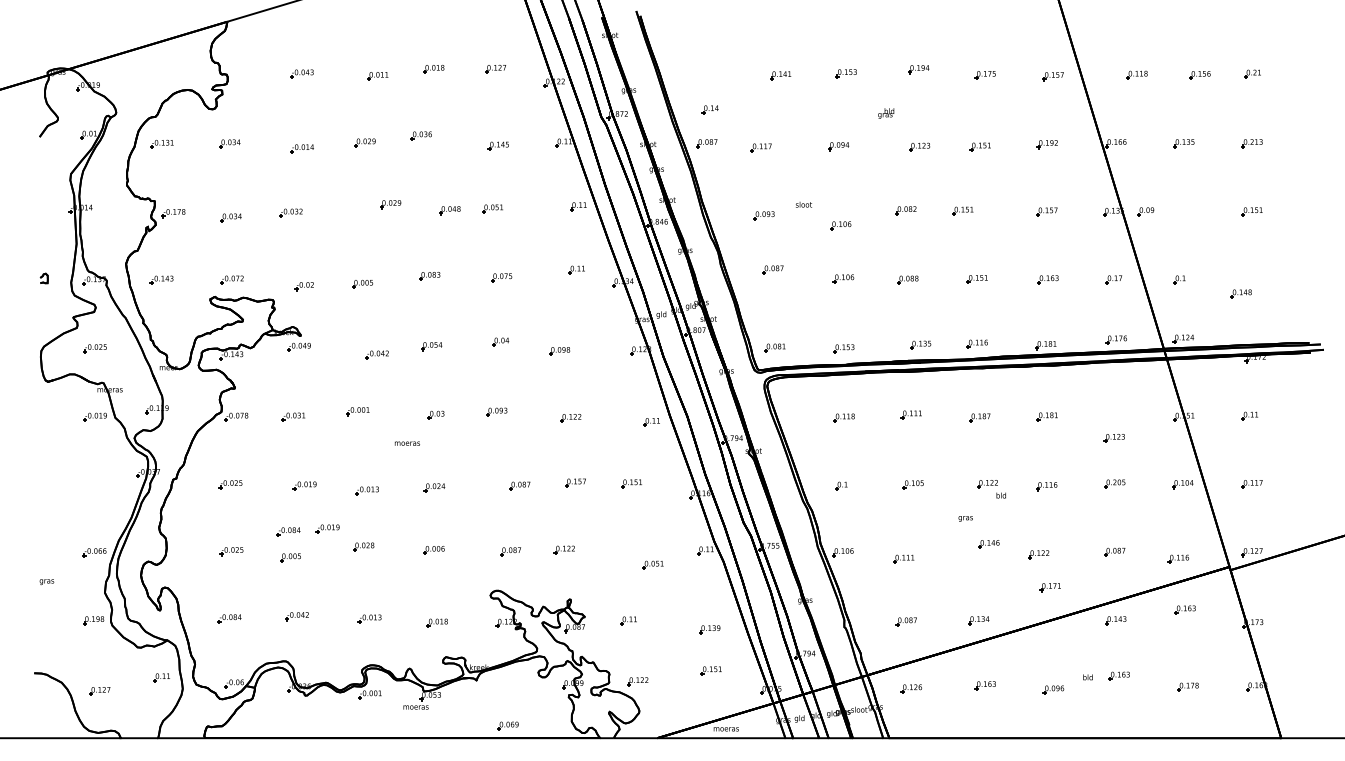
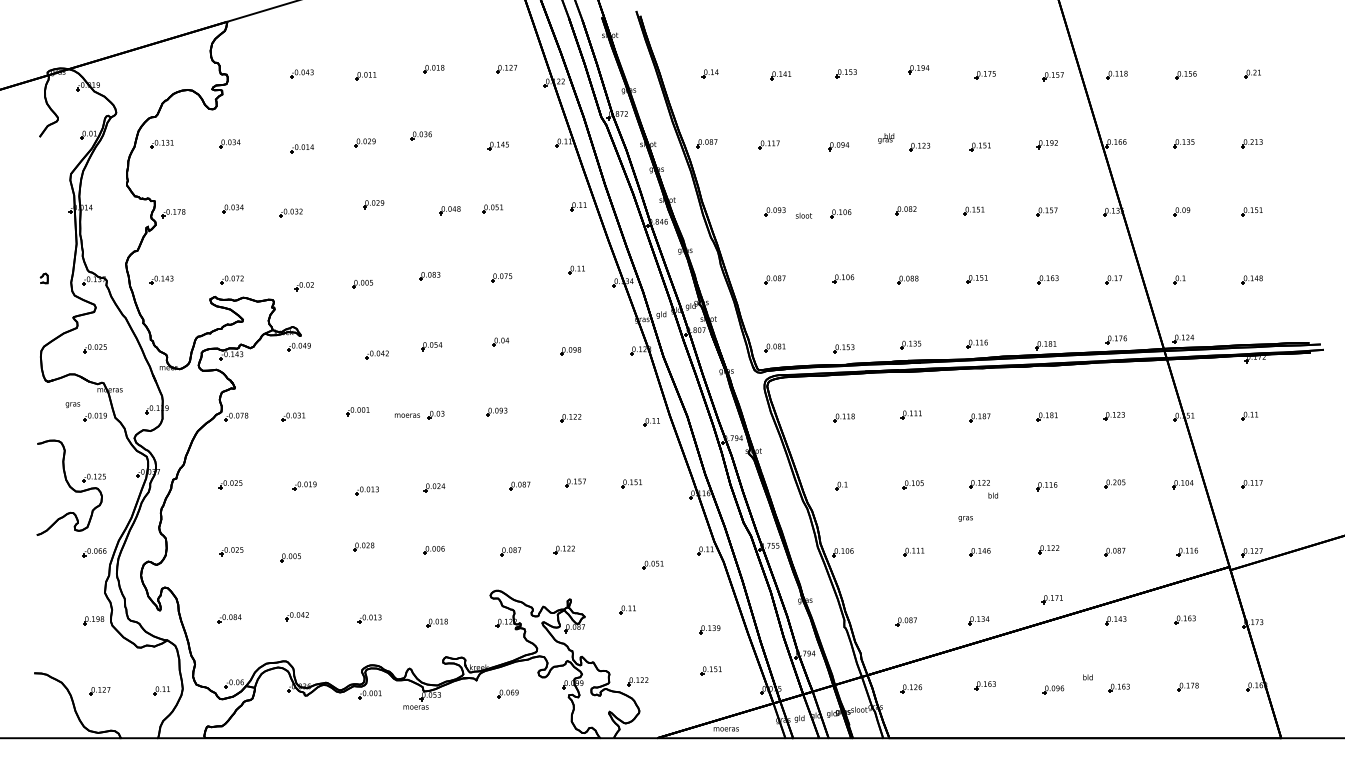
part at (495, 69) position: (495, 69) -> (506, 69)
part at (1136, 74) position: (1136, 74) -> (1116, 74)
part at (1199, 75) position: (1199, 75) -> (1185, 75)
part at (377, 76) position: (377, 76) -> (365, 76)
part at (709, 109) position: (709, 109) -> (709, 73)
text at (886, 113) position: (886, 113) -> (886, 138)
part at (760, 147) position: (760, 147) -> (768, 144)
part at (390, 204) position: (390, 204) -> (373, 204)
text at (803, 204) position: (803, 204) -> (803, 215)
part at (962, 210) position: (962, 210) -> (973, 210)
part at (1145, 211) position: (1145, 211) -> (1181, 211)
part at (763, 215) position: (763, 215) -> (774, 211)
part at (230, 217) position: (230, 217) -> (232, 208)
part at (840, 225) position: (840, 225) -> (840, 213)
part at (772, 269) position: (772, 269) -> (774, 279)
part at (1240, 293) position: (1240, 293) -> (1251, 279)
part at (920, 344) position: (920, 344) -> (910, 344)
part at (559, 351) position: (559, 351) -> (570, 351)
part at (1113, 438) position: (1113, 438) -> (1113, 416)
text at (406, 443) position: (406, 443) -> (406, 415)
part at (70, 487): none -> present
part at (991, 489) position: (991, 489) -> (983, 489)
part at (327, 528): present -> none
part at (288, 531): present -> none
part at (988, 544) position: (988, 544) -> (979, 552)
part at (1038, 554) position: (1038, 554) -> (1048, 549)
part at (903, 558) position: (903, 558) -> (913, 551)
part at (1177, 558) position: (1177, 558) -> (1186, 551)
text at (46, 582) position: (46, 582) -> (72, 405)
part at (1049, 587) position: (1049, 587) -> (1051, 599)
part at (1184, 609) position: (1184, 609) -> (1184, 619)
part at (628, 620) position: (628, 620) -> (627, 609)
part at (1118, 675) position: (1118, 675) -> (1118, 687)
part at (161, 677) position: (161, 677) -> (161, 690)
part at (507, 725) position: (507, 725) -> (507, 693)
